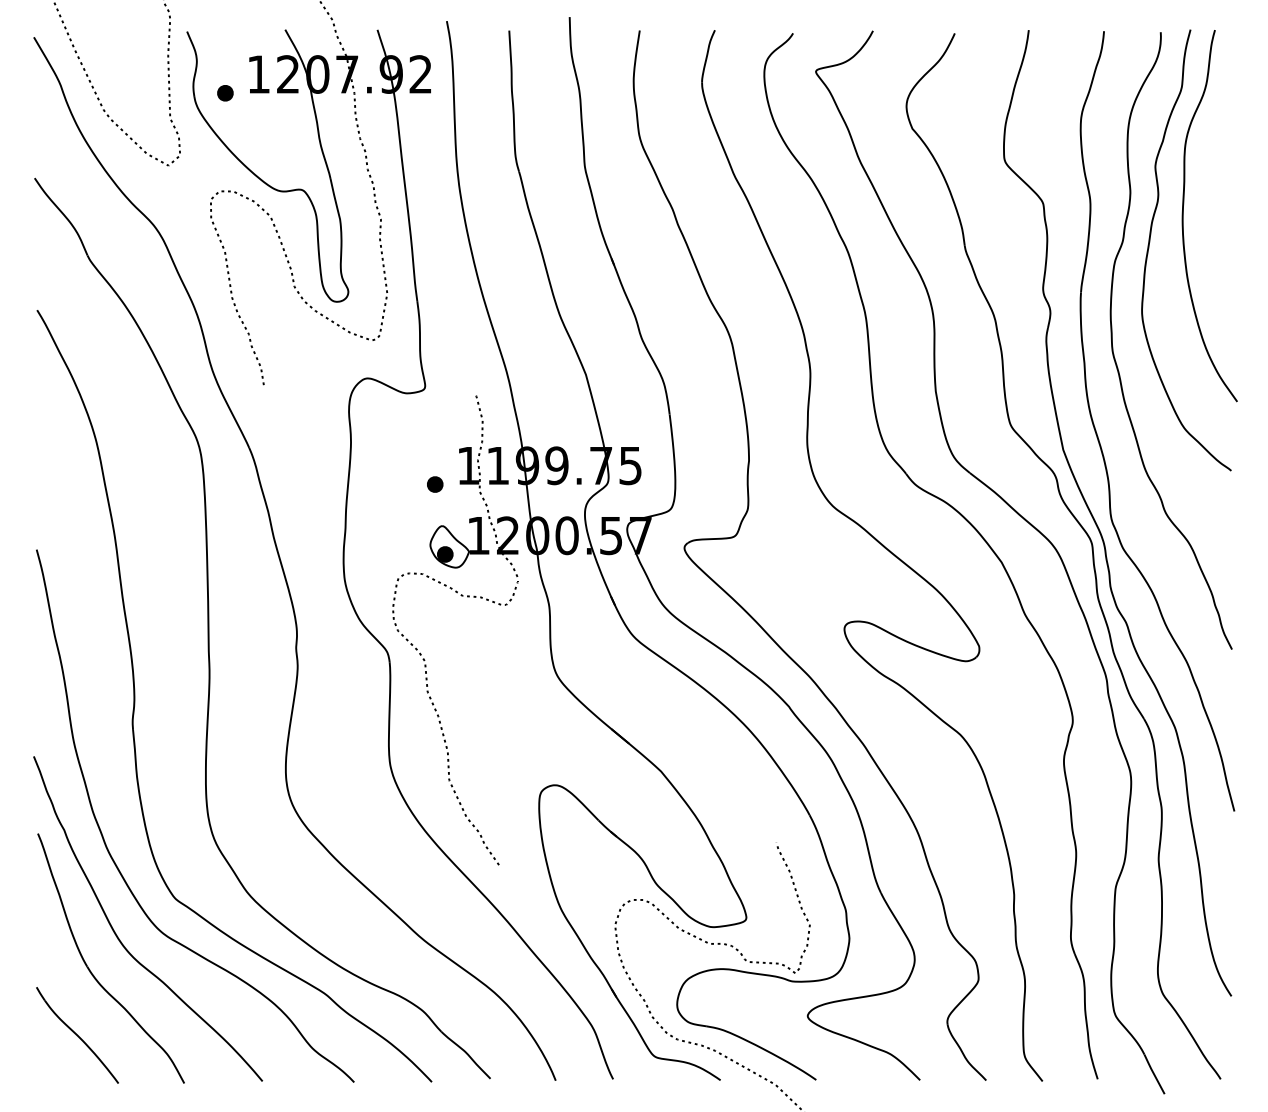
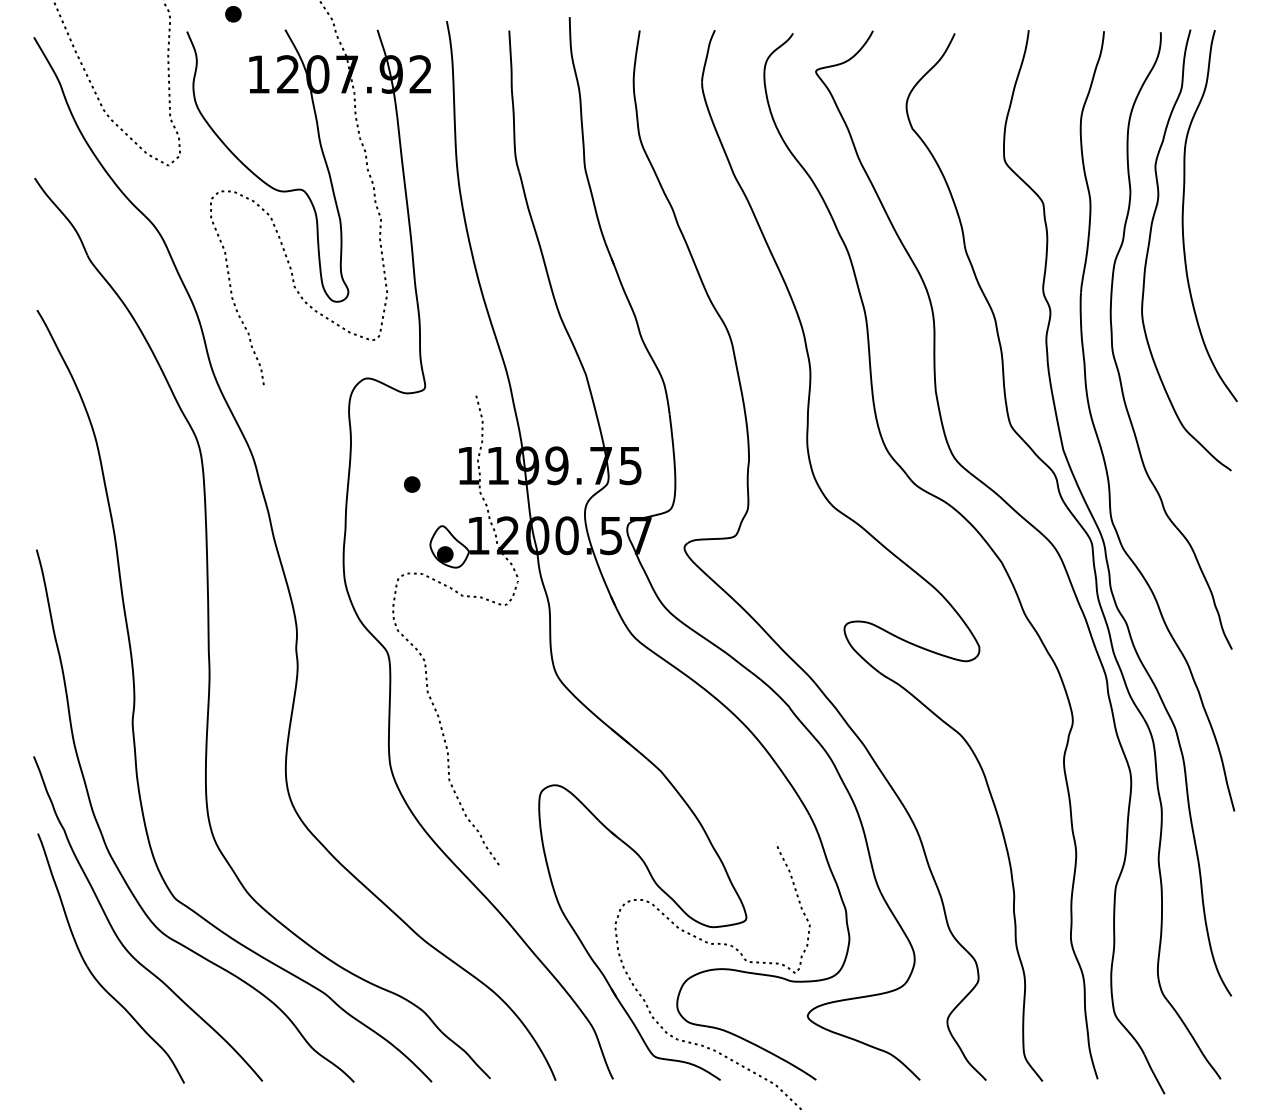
part at (225, 93) position: (225, 93) -> (233, 14)
part at (435, 484) position: (435, 484) -> (412, 484)
part at (77, 1035): present -> none
